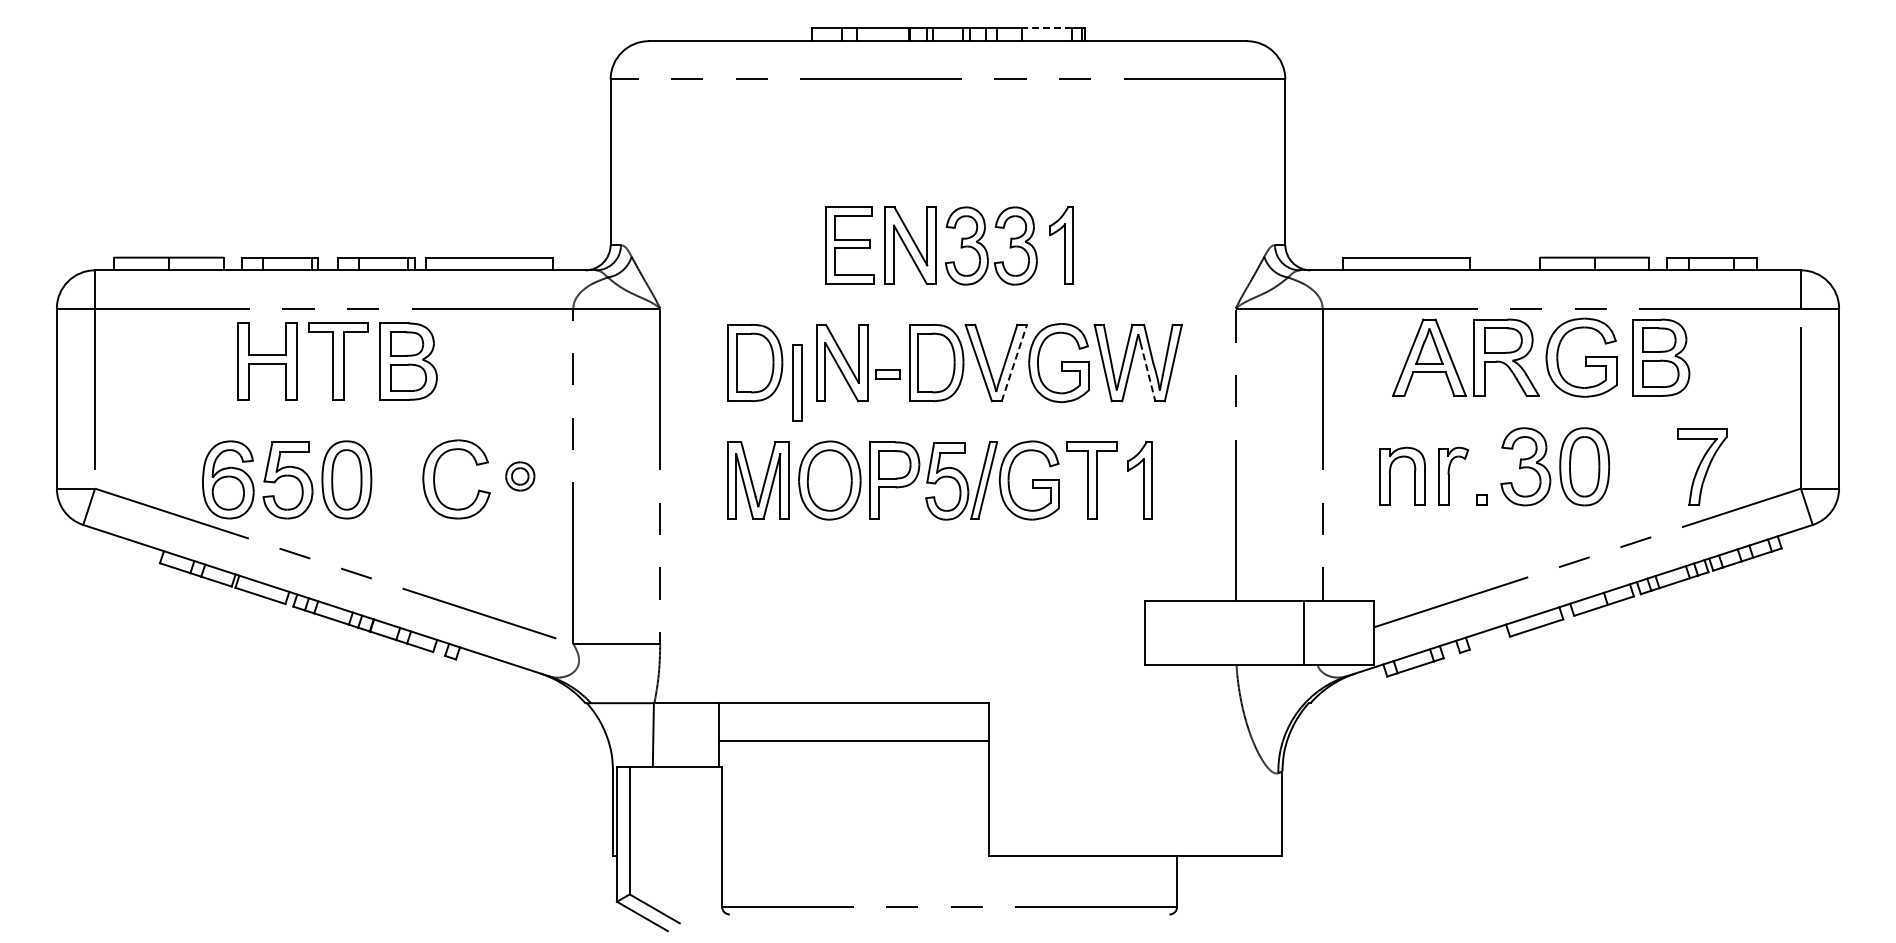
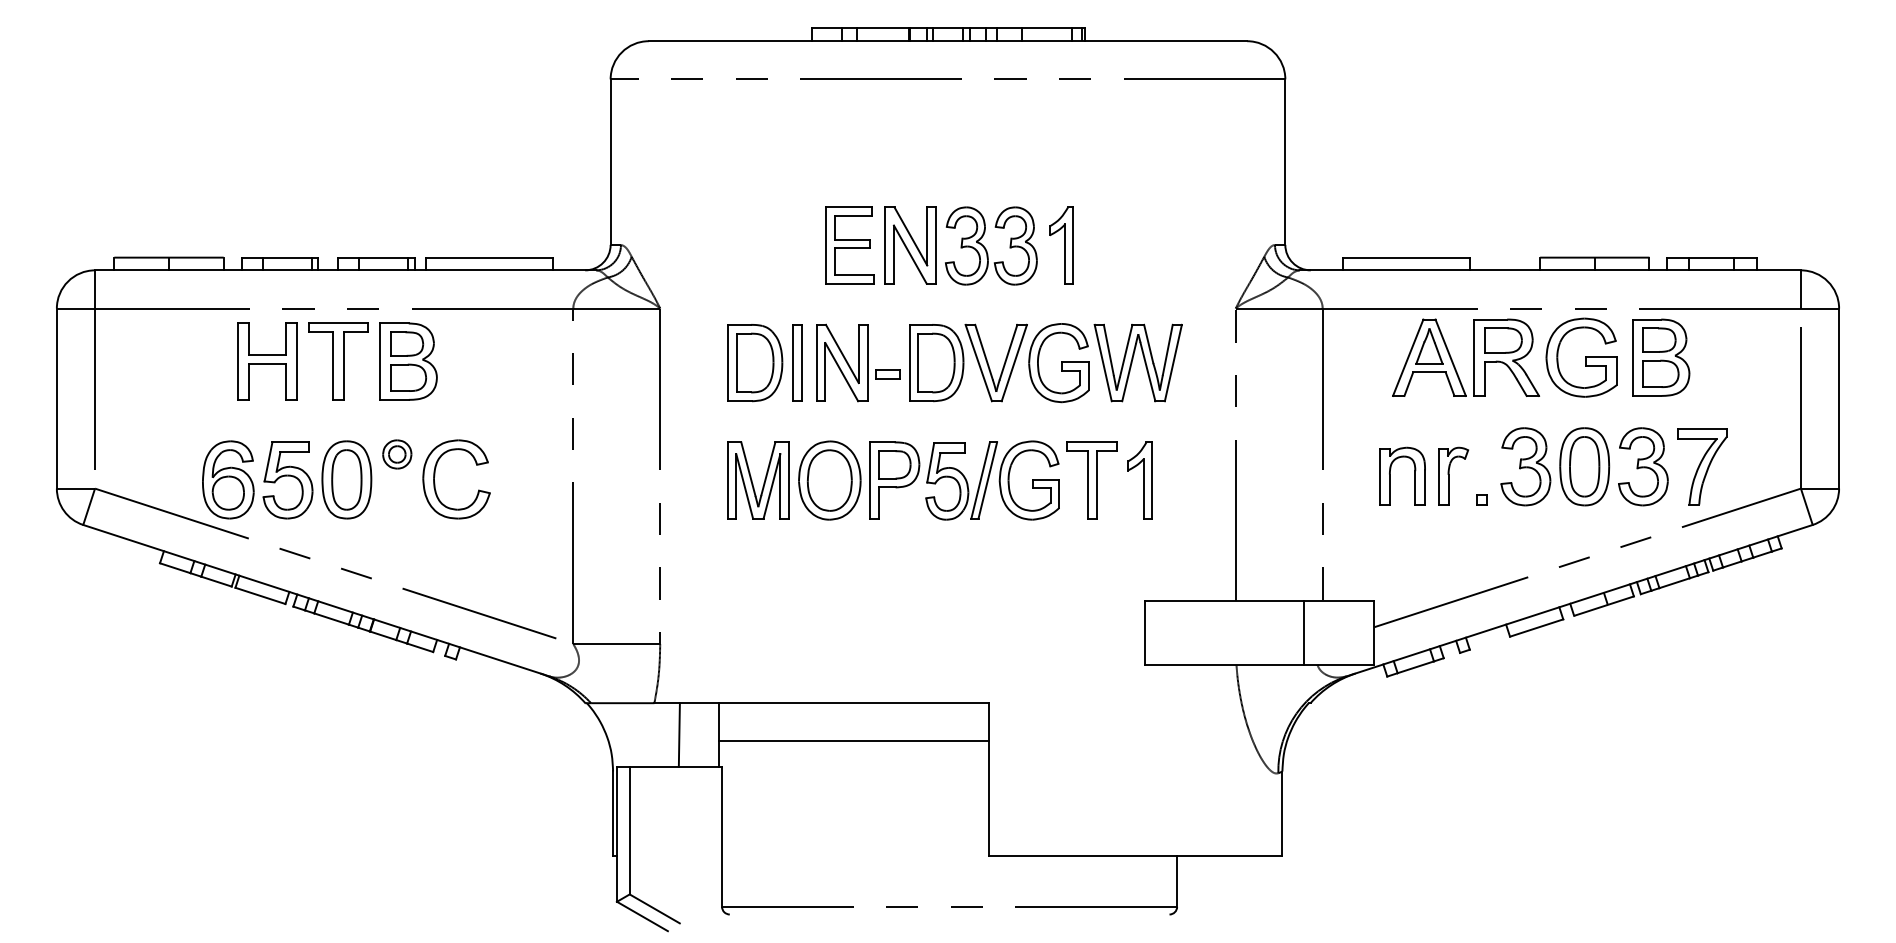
line at (1046, 28): dashed -> solid
line at (1014, 362): dashed -> solid
line at (1148, 372): dashed -> solid
part at (797, 382) position: (797, 382) -> (797, 362)
part at (1643, 466): none -> present
part at (520, 476) position: (520, 476) -> (397, 454)
line at (652, 734) position: (652, 734) -> (678, 734)
